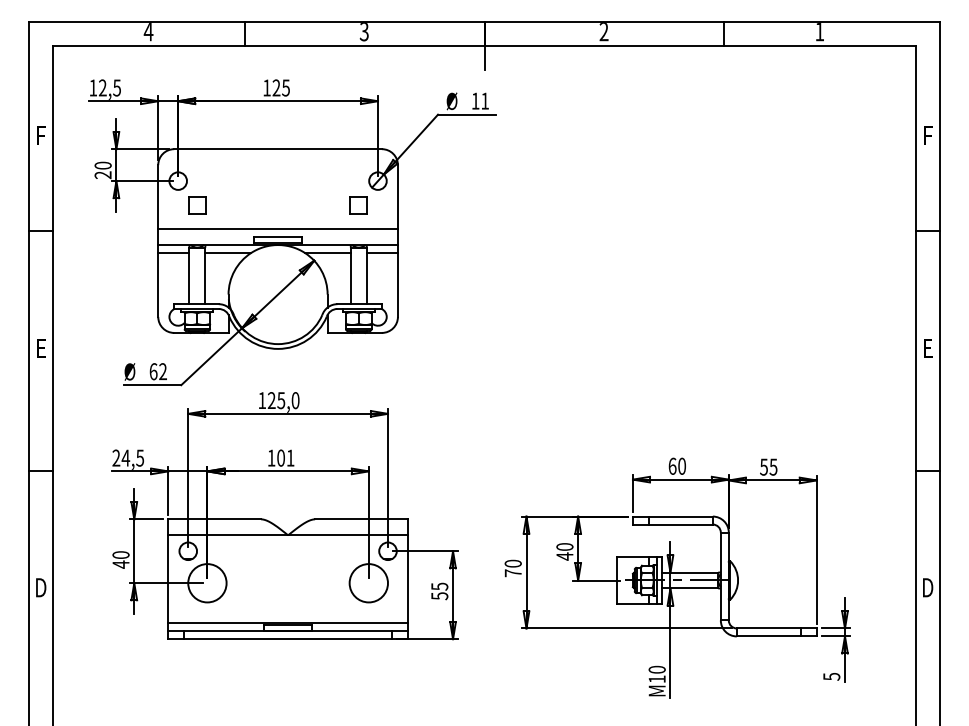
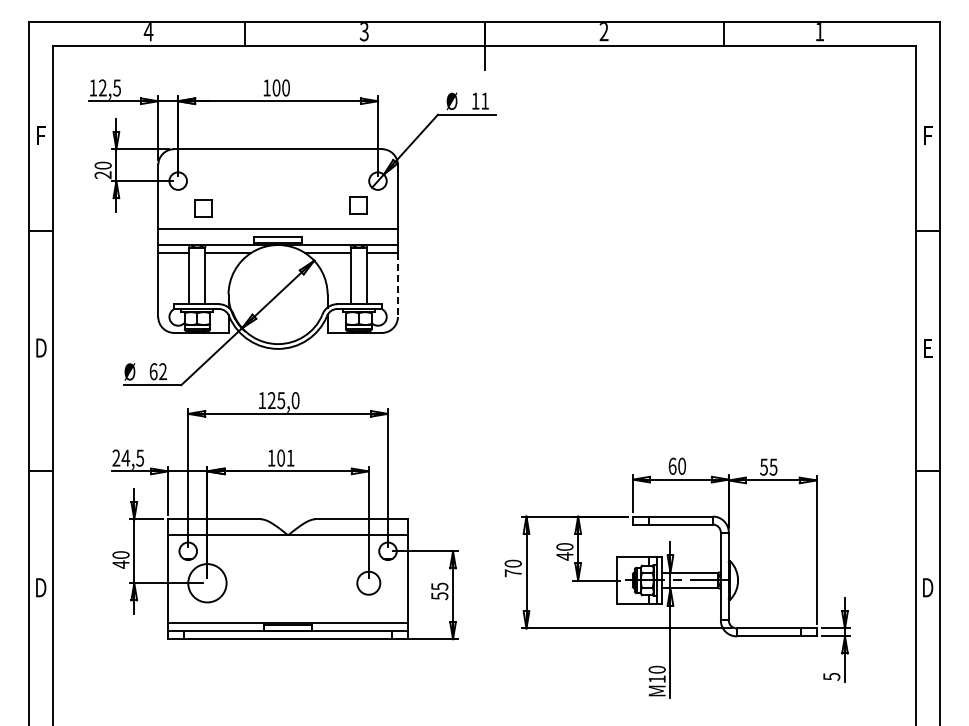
text at (280, 87): 125 -> 100
part at (197, 205) position: (197, 205) -> (203, 208)
line at (397, 285): solid -> dashed
text at (41, 347): E -> D
circle at (368, 583) diameter: 38 px -> 23 px
